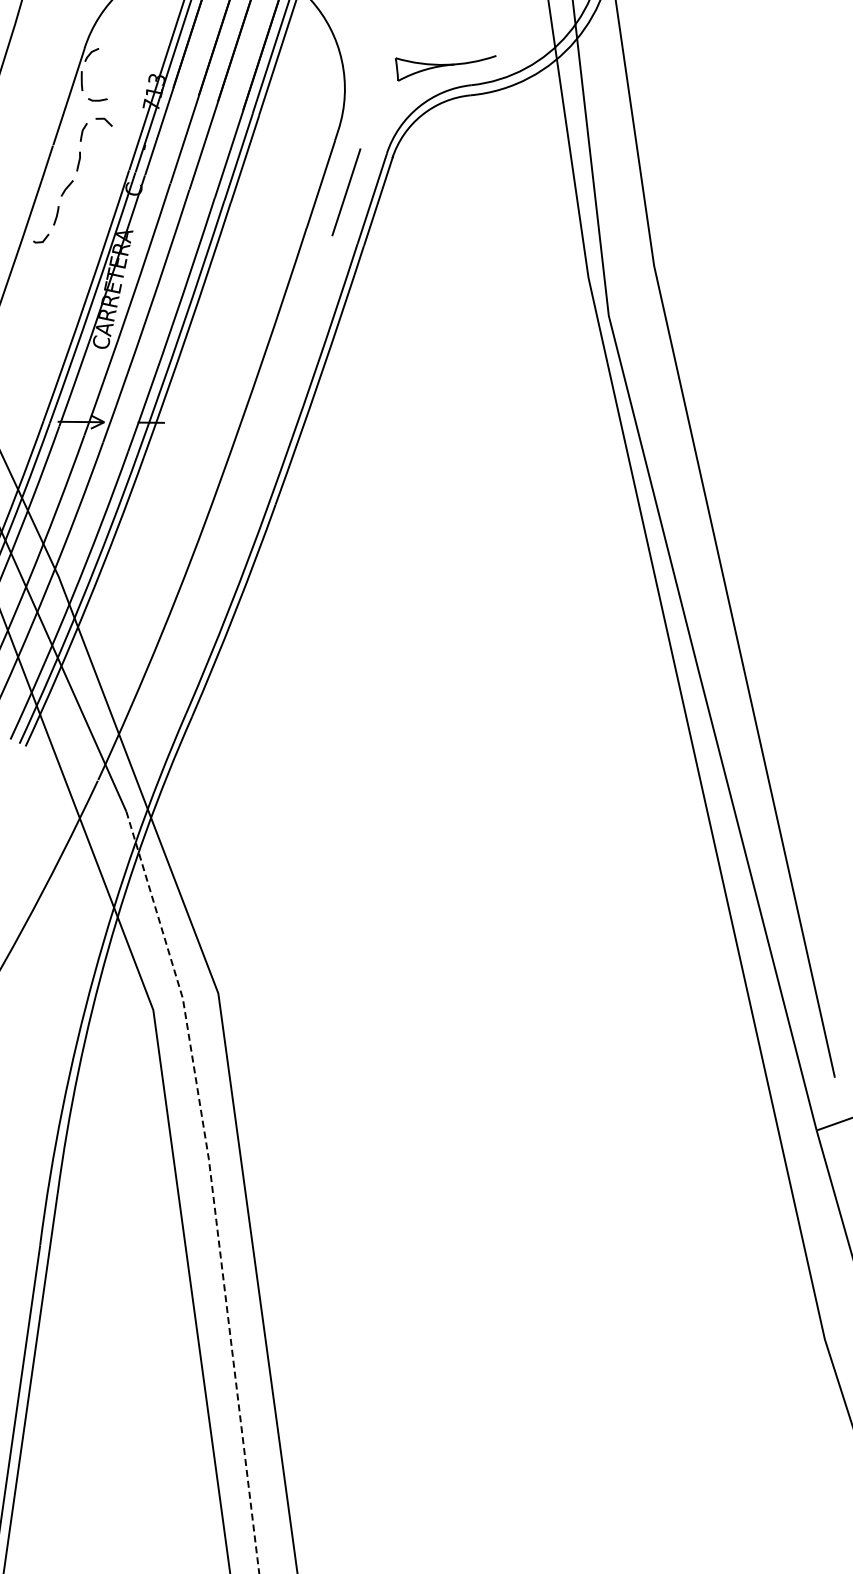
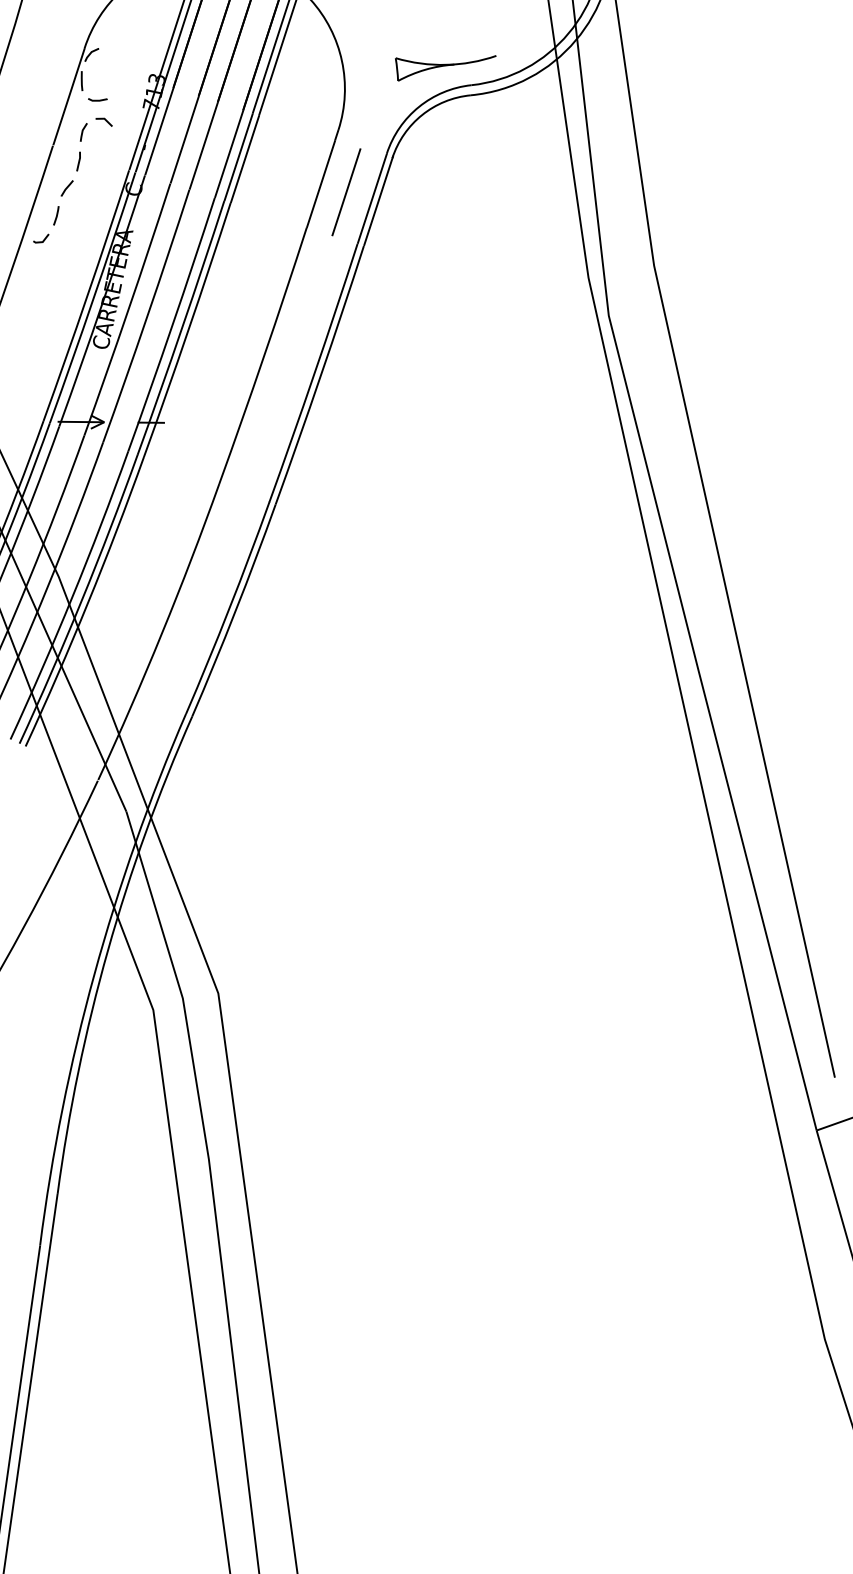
line at (212, 1187): dashed -> solid
